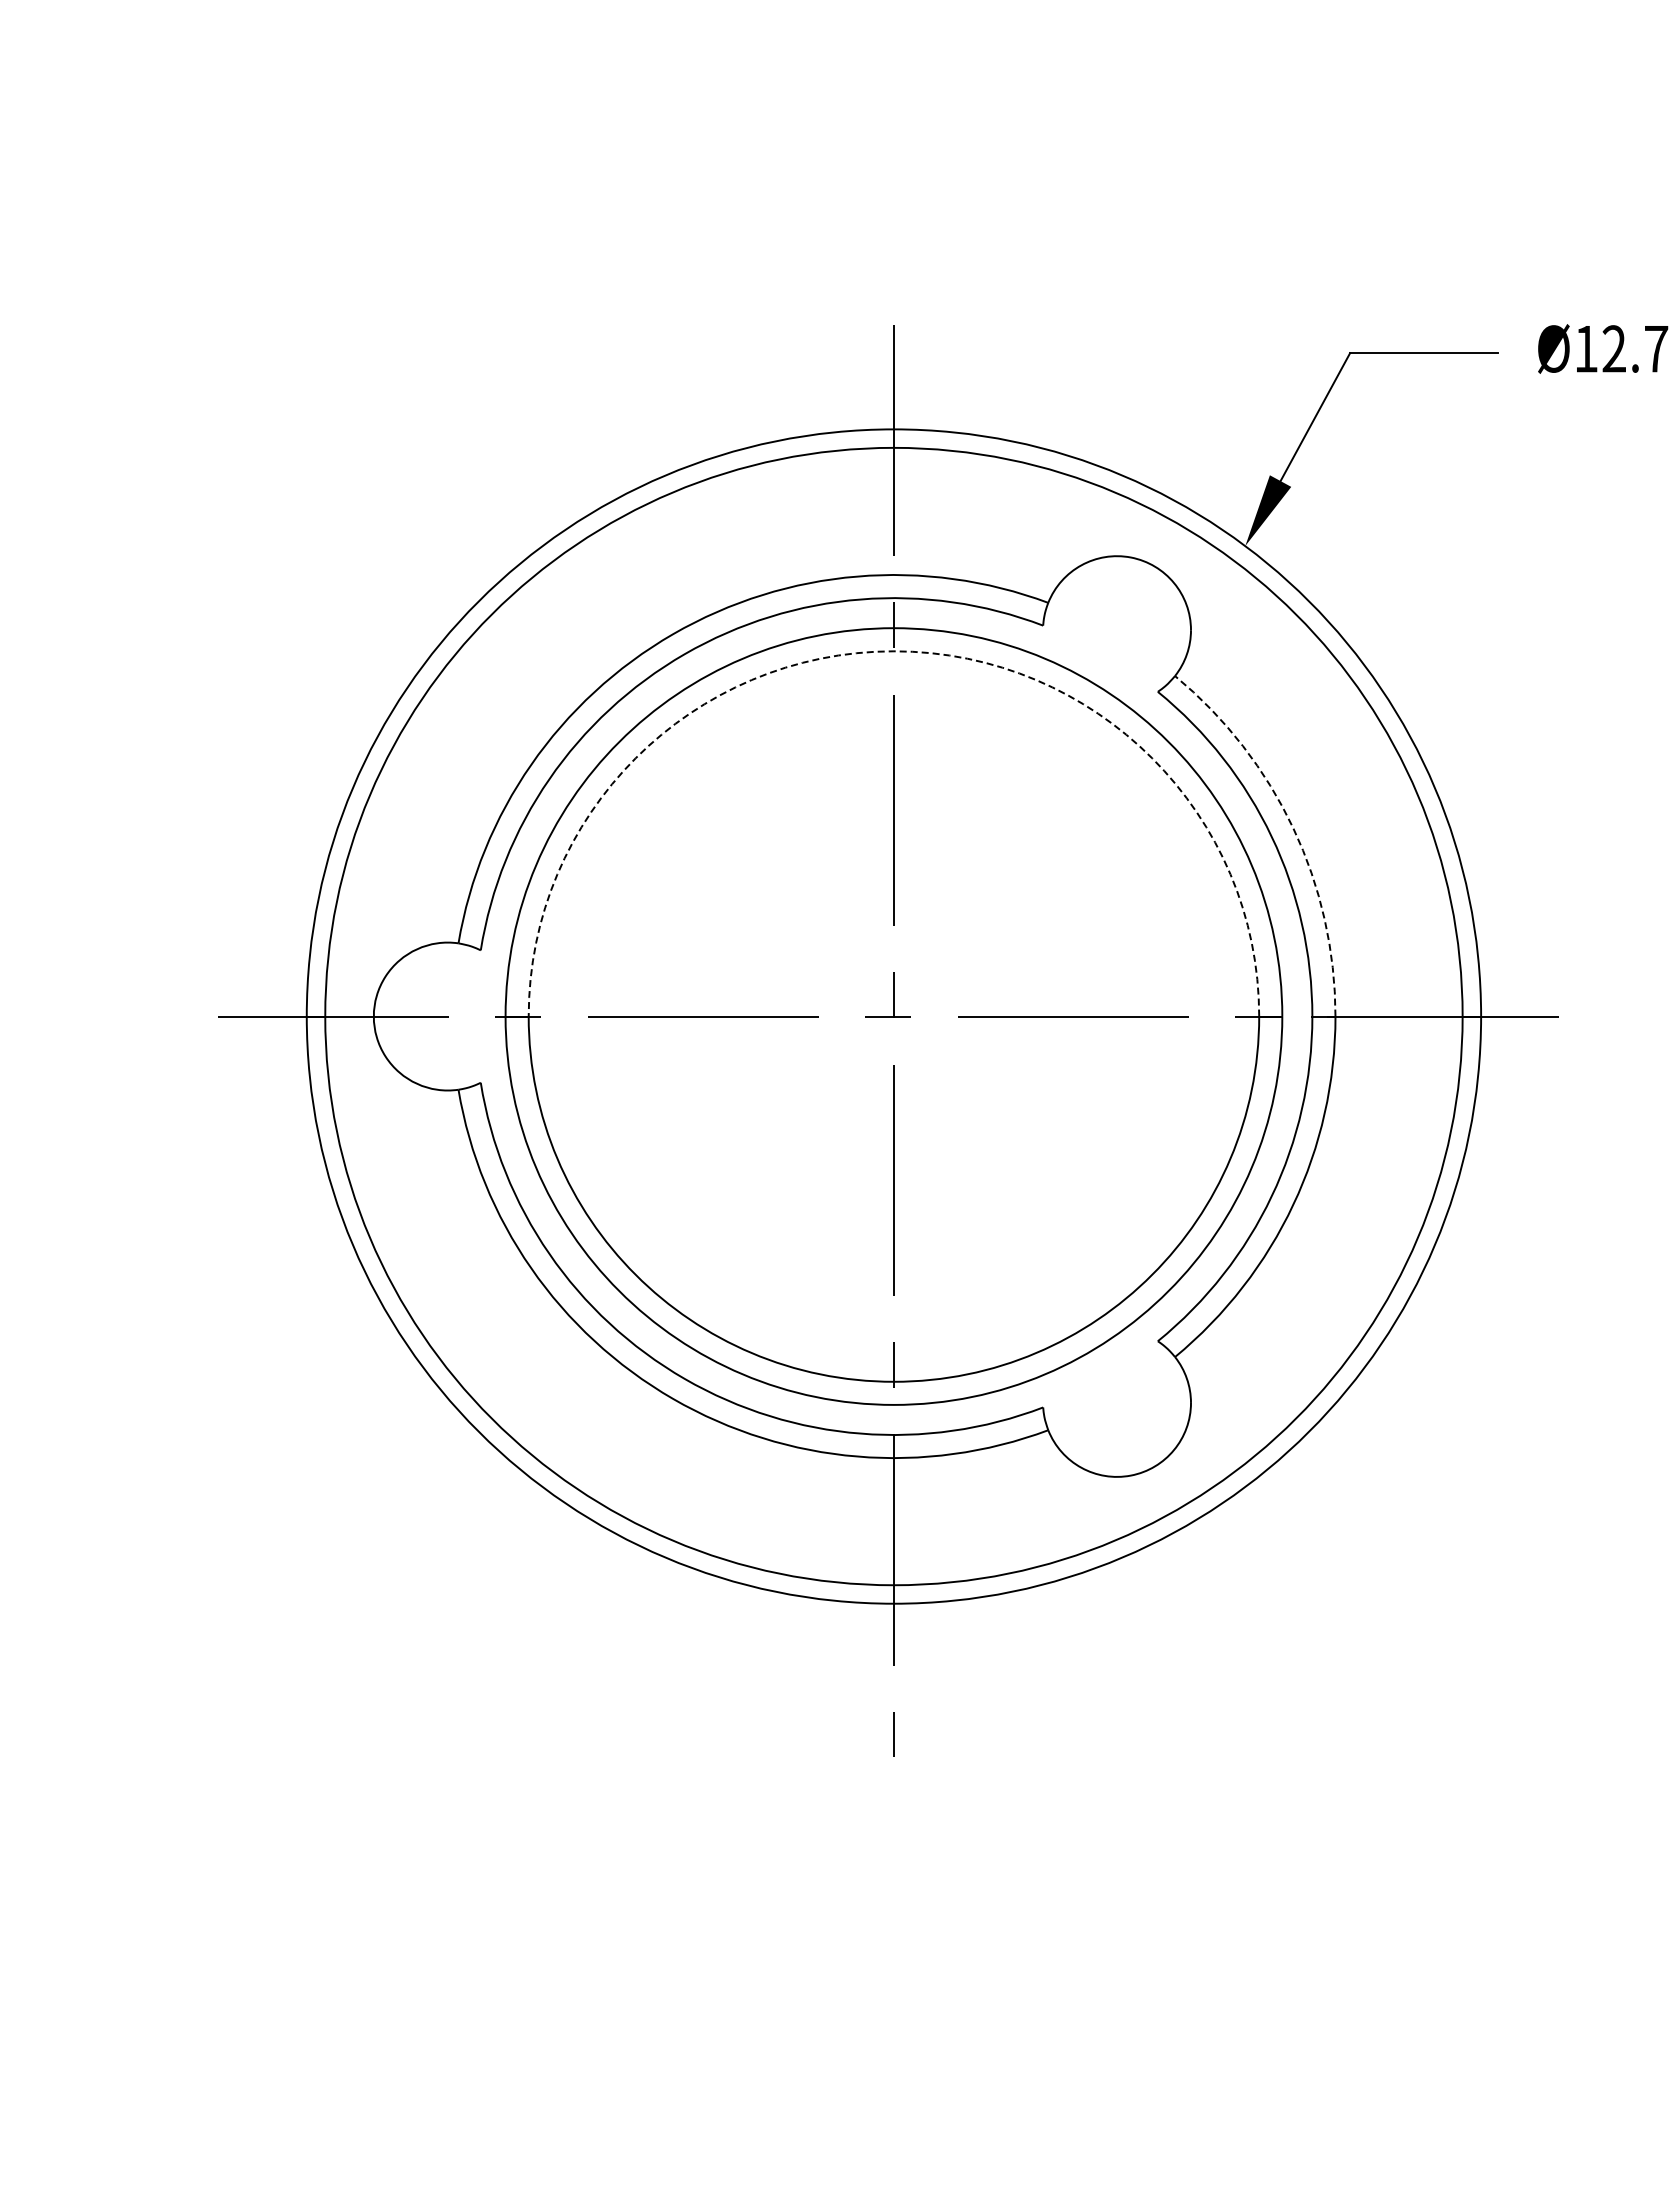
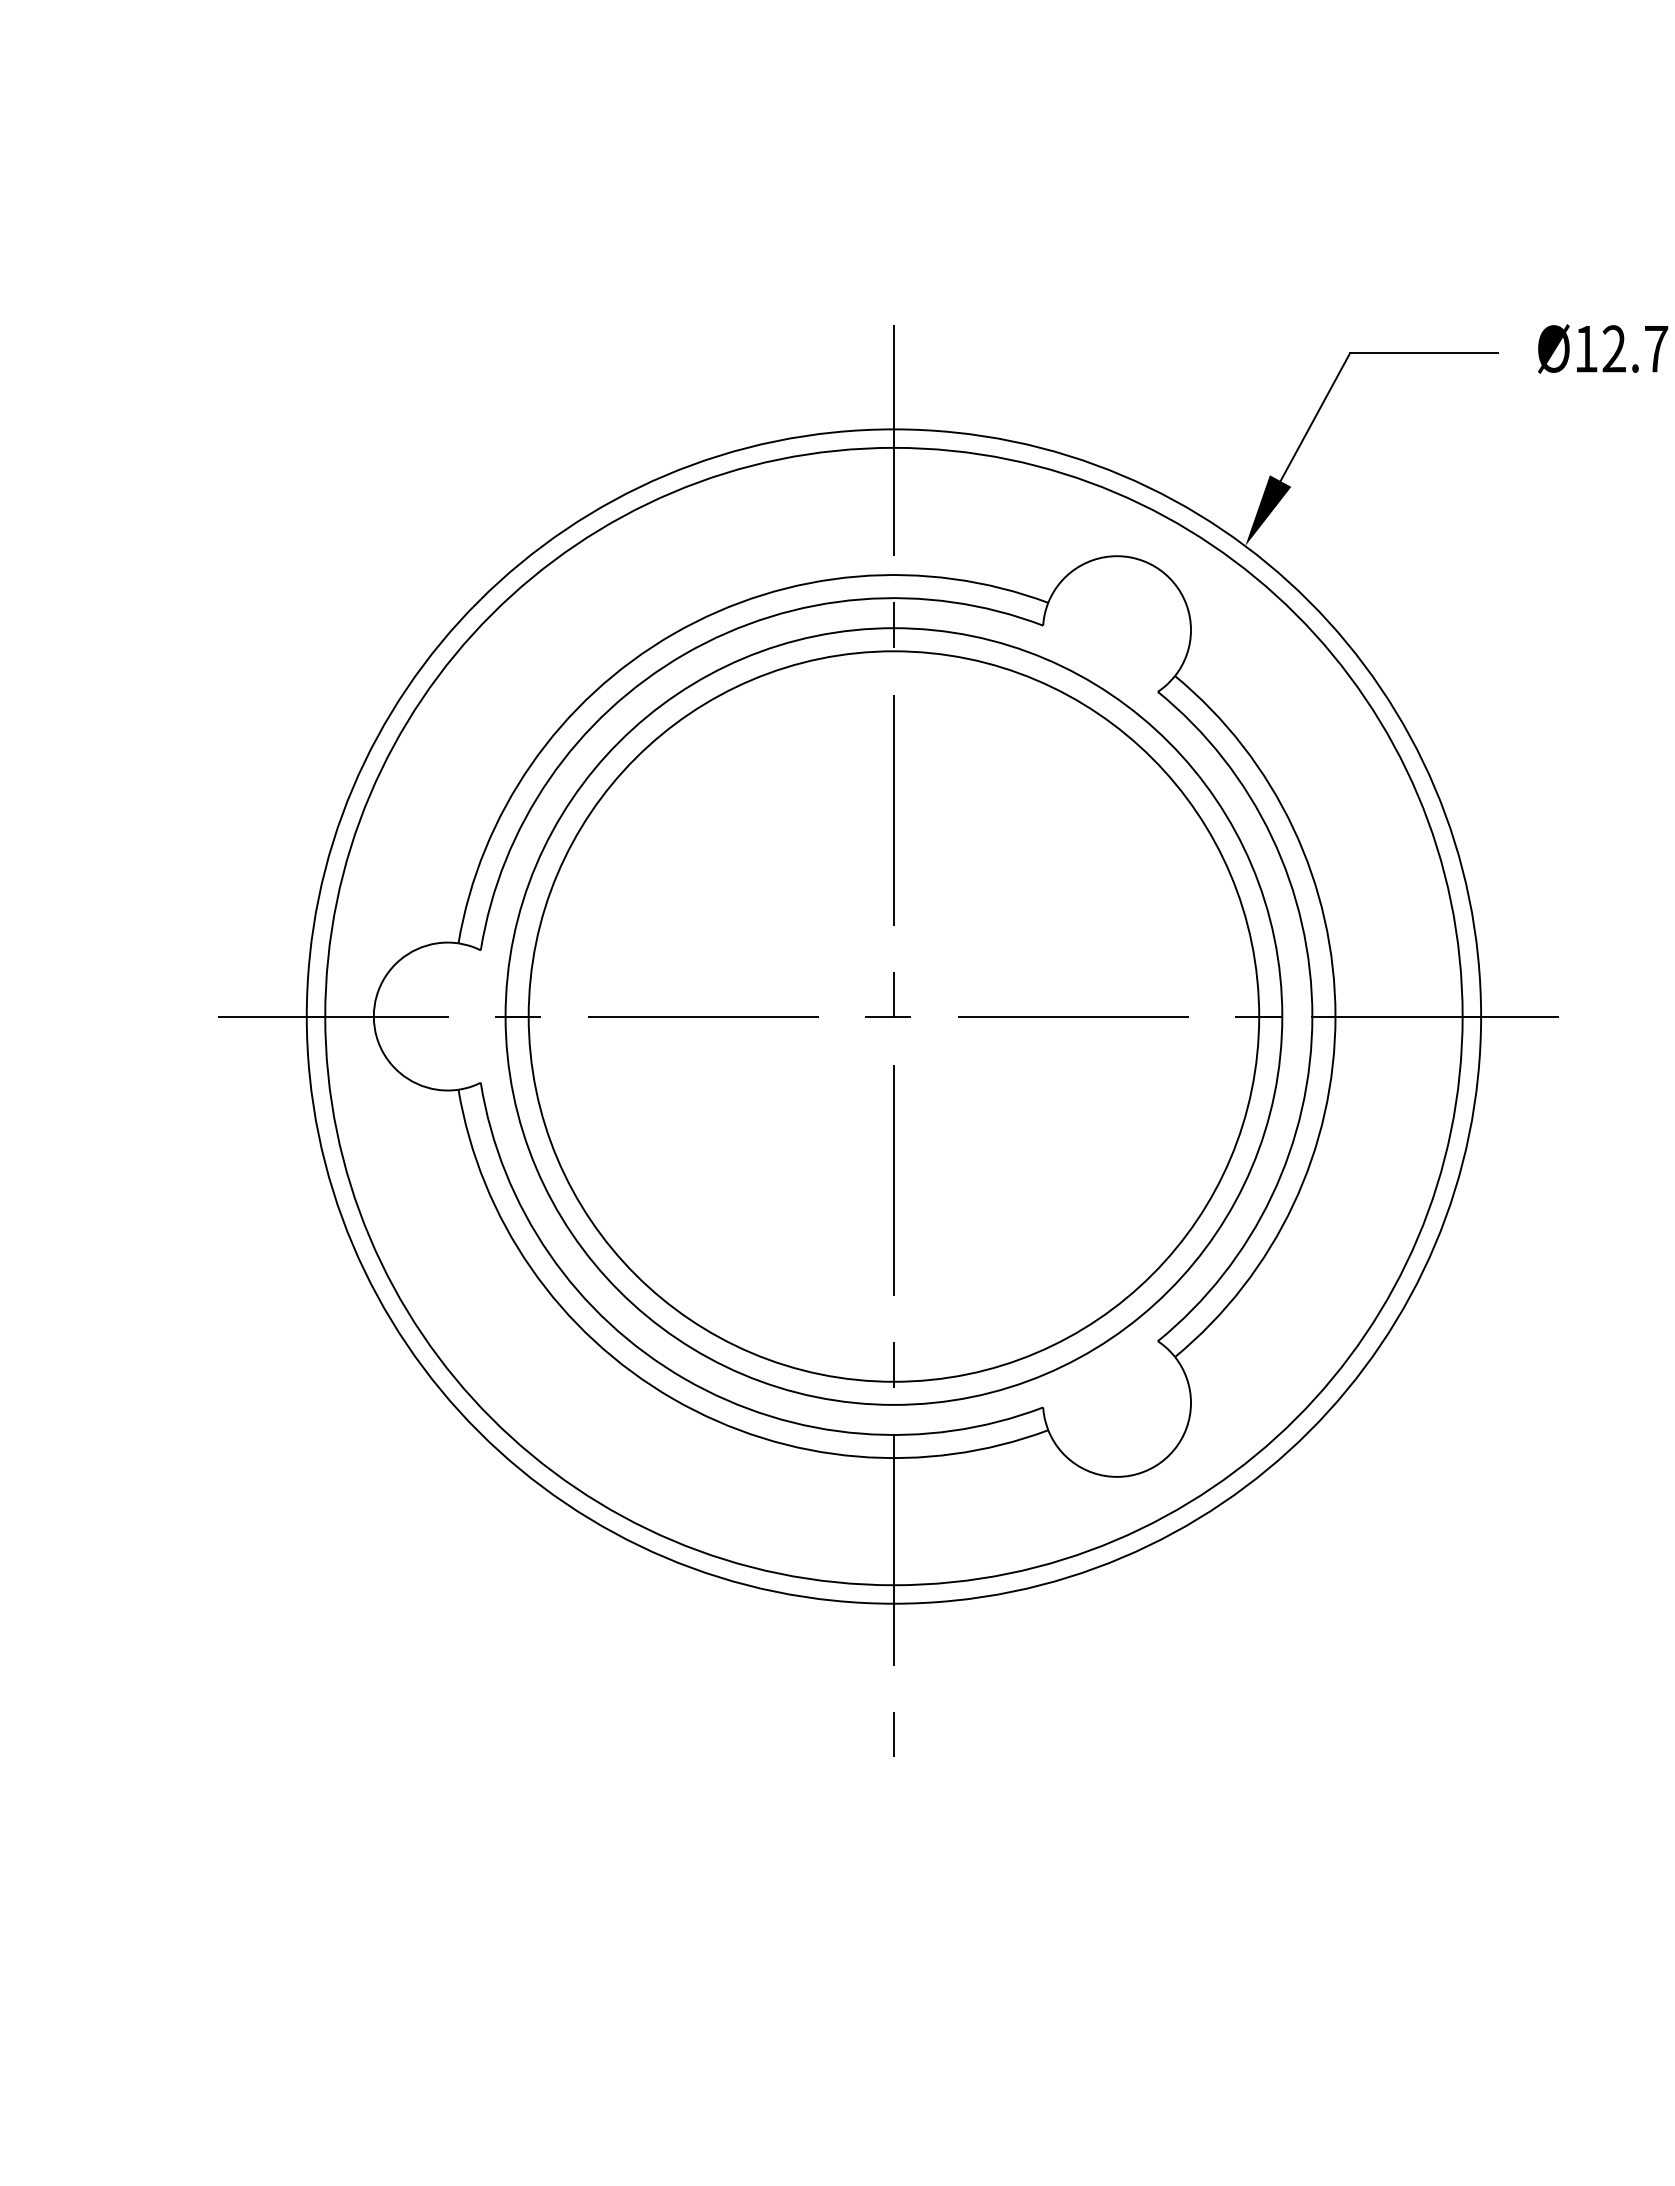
arc at (893, 651): dashed -> solid
arc at (1293, 828): dashed -> solid
